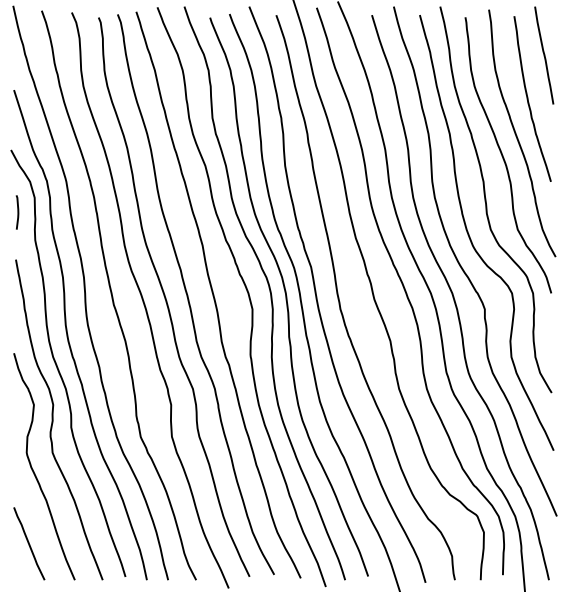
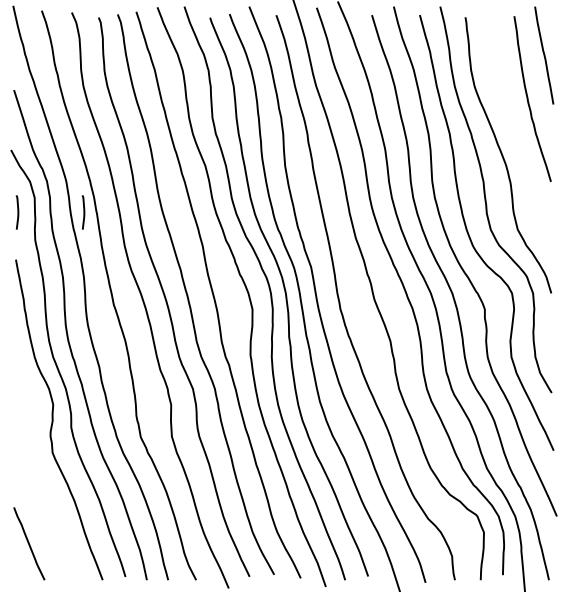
curve at (517, 135): present -> none
curve at (83, 212): none -> present
curve at (34, 471): present -> none
